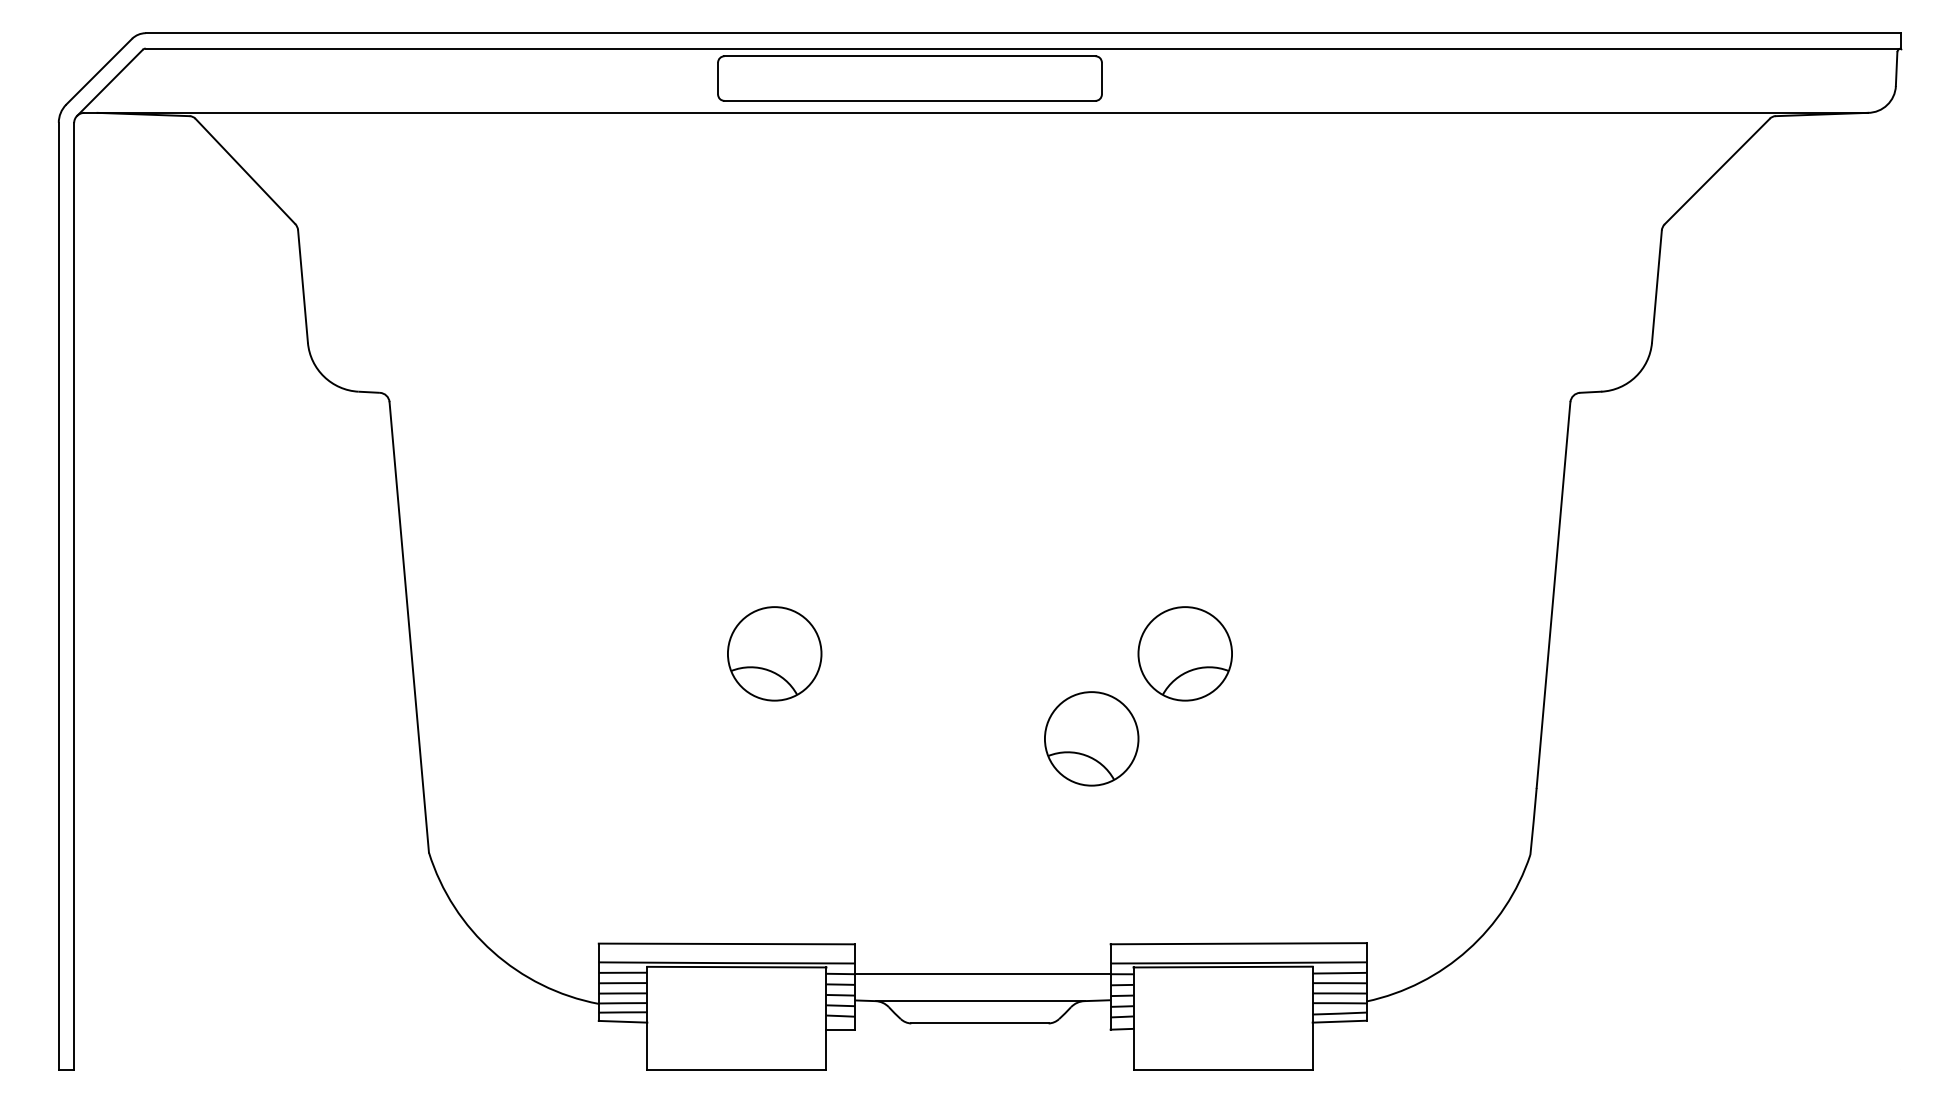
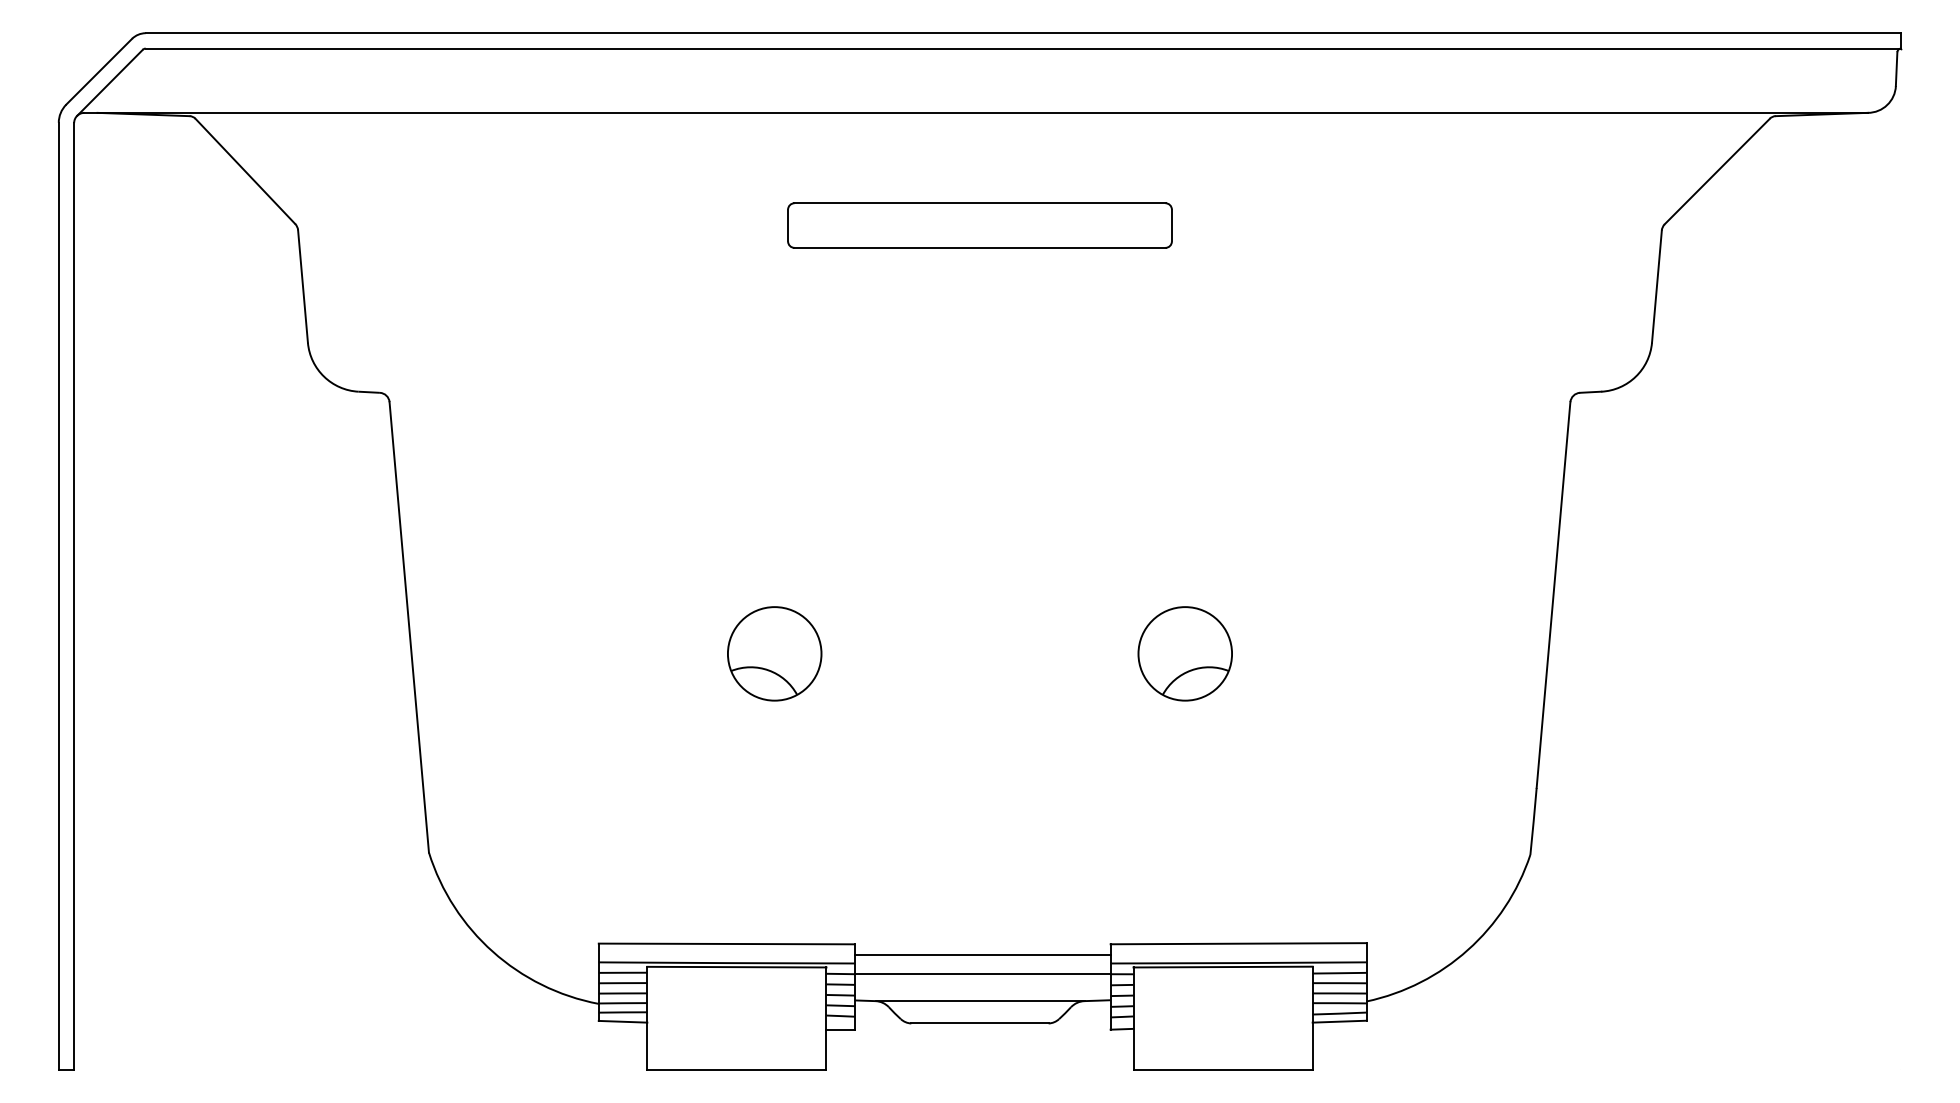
part at (909, 78) position: (909, 78) -> (979, 225)
part at (1091, 738): present -> none
line at (982, 955): none -> present
